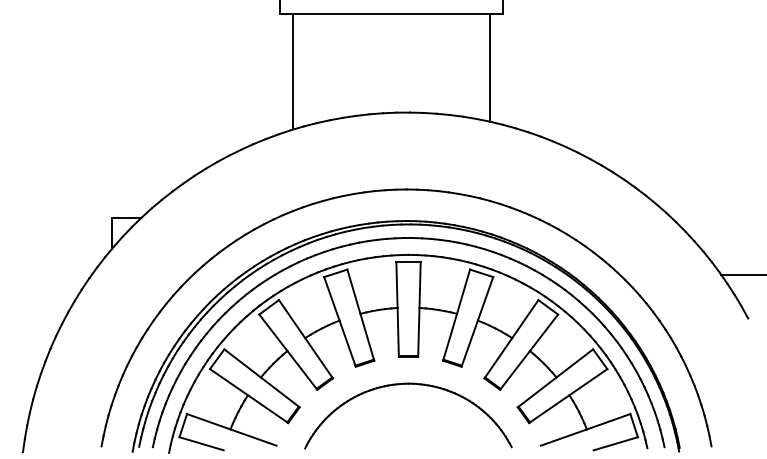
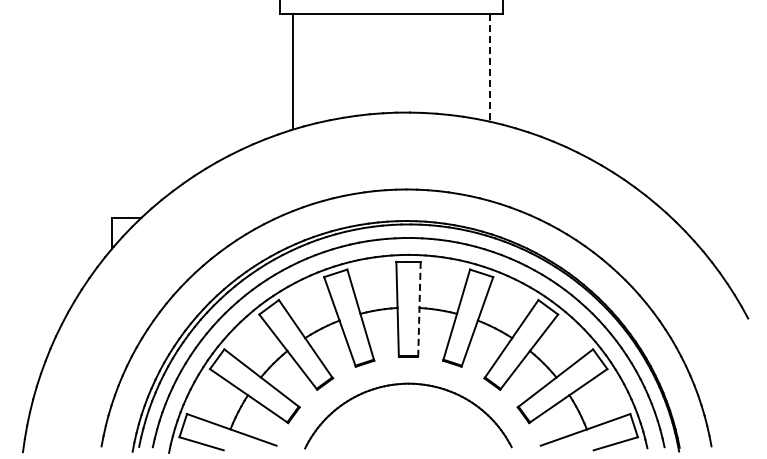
line at (489, 67): solid -> dashed
line at (742, 275): present -> none
line at (419, 309): solid -> dashed
